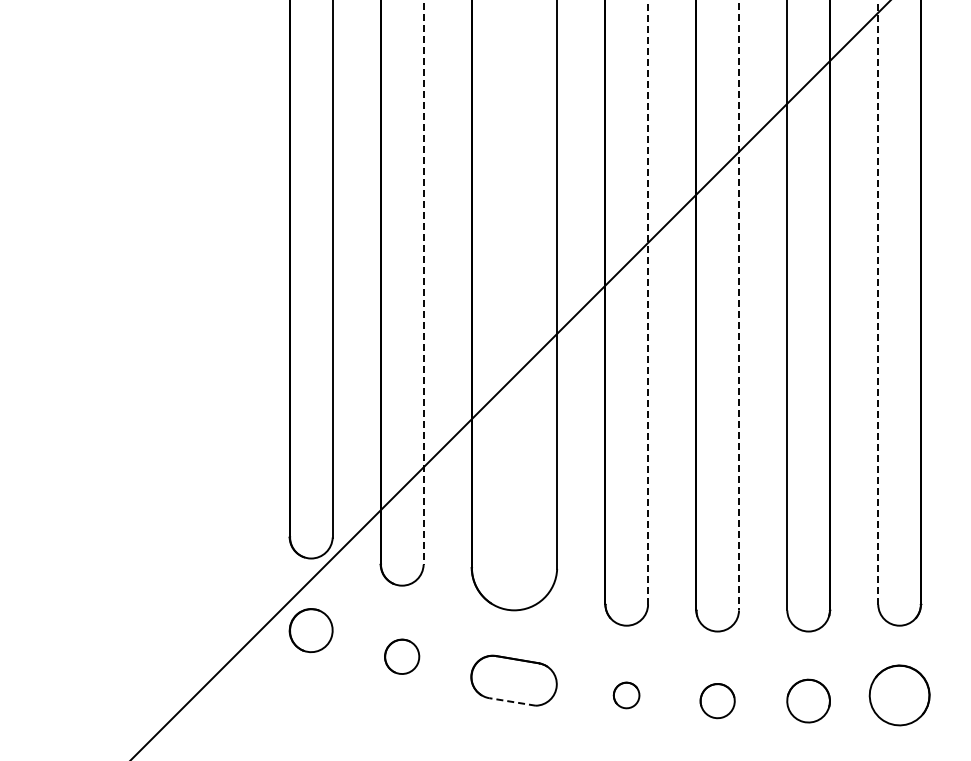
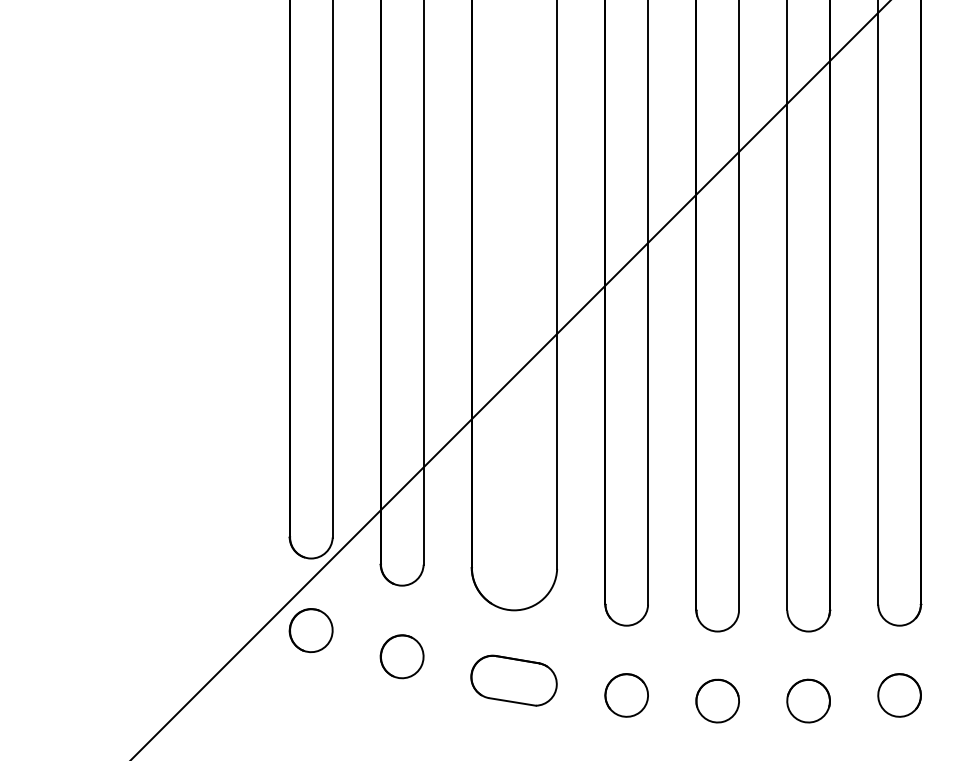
line at (423, 282): dashed -> solid
line at (648, 302): dashed -> solid
line at (878, 302): dashed -> solid
line at (739, 305): dashed -> solid
part at (402, 656) size: 37x37 px -> 46x46 px
part at (626, 695) size: 29x29 px -> 45x45 px
part at (899, 695) size: 63x63 px -> 45x45 px
line at (512, 701): dashed -> solid
part at (717, 701) size: 37x37 px -> 45x46 px
